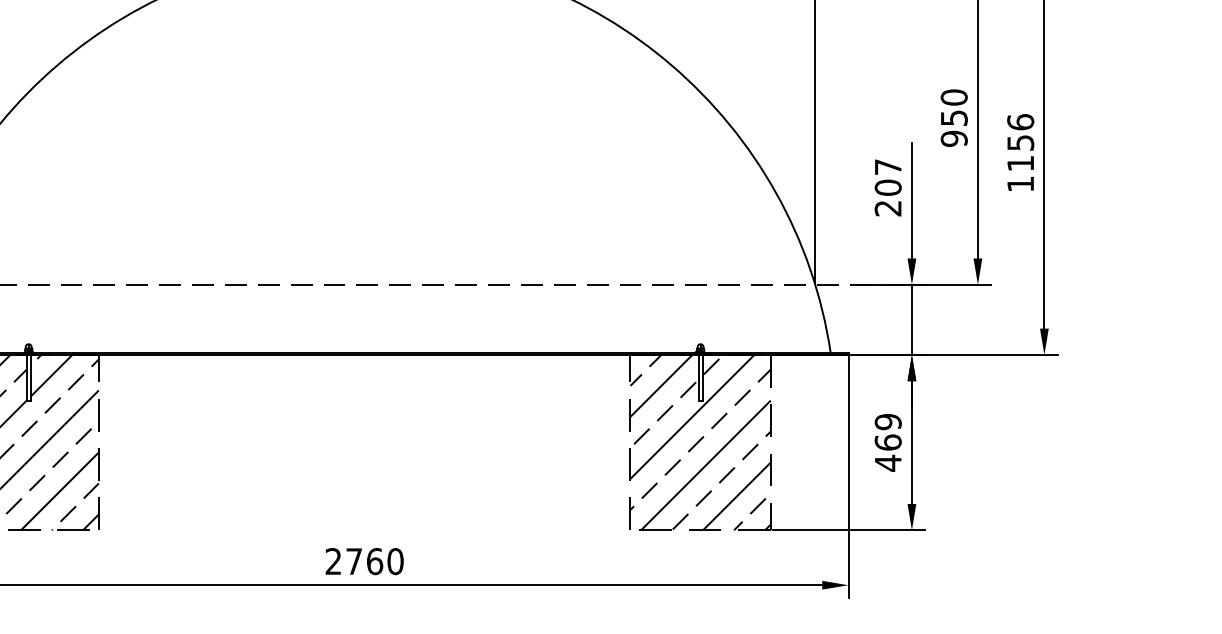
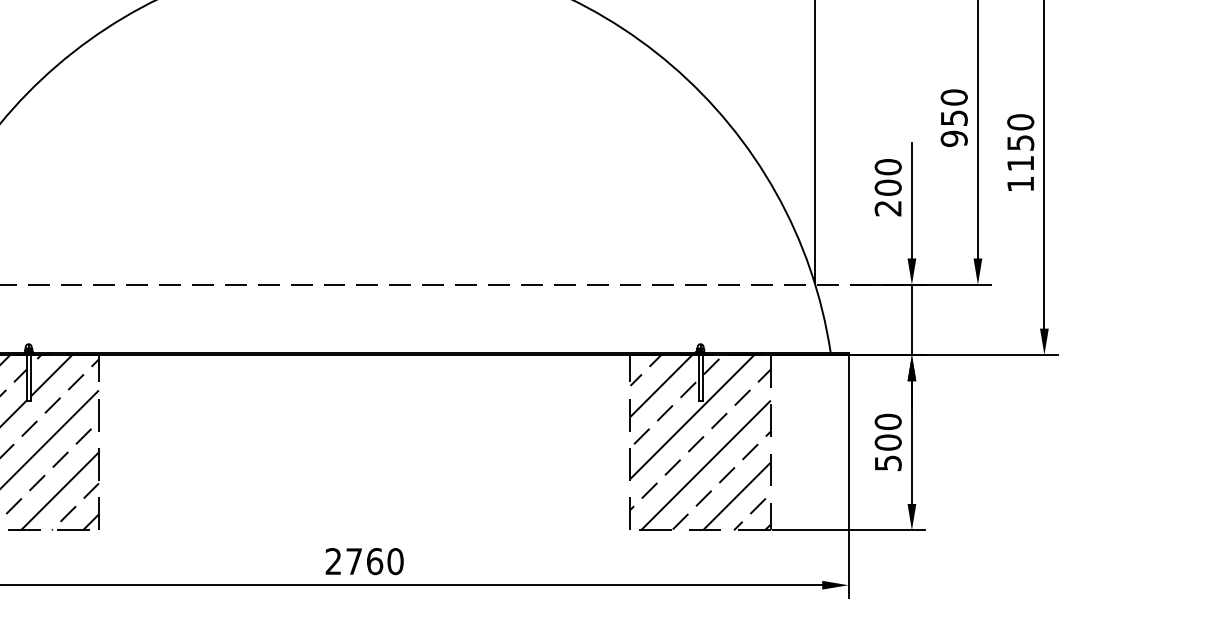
text at (1020, 122): 1156 -> 1150
text at (887, 167): 207 -> 200
text at (887, 442): 469 -> 500
